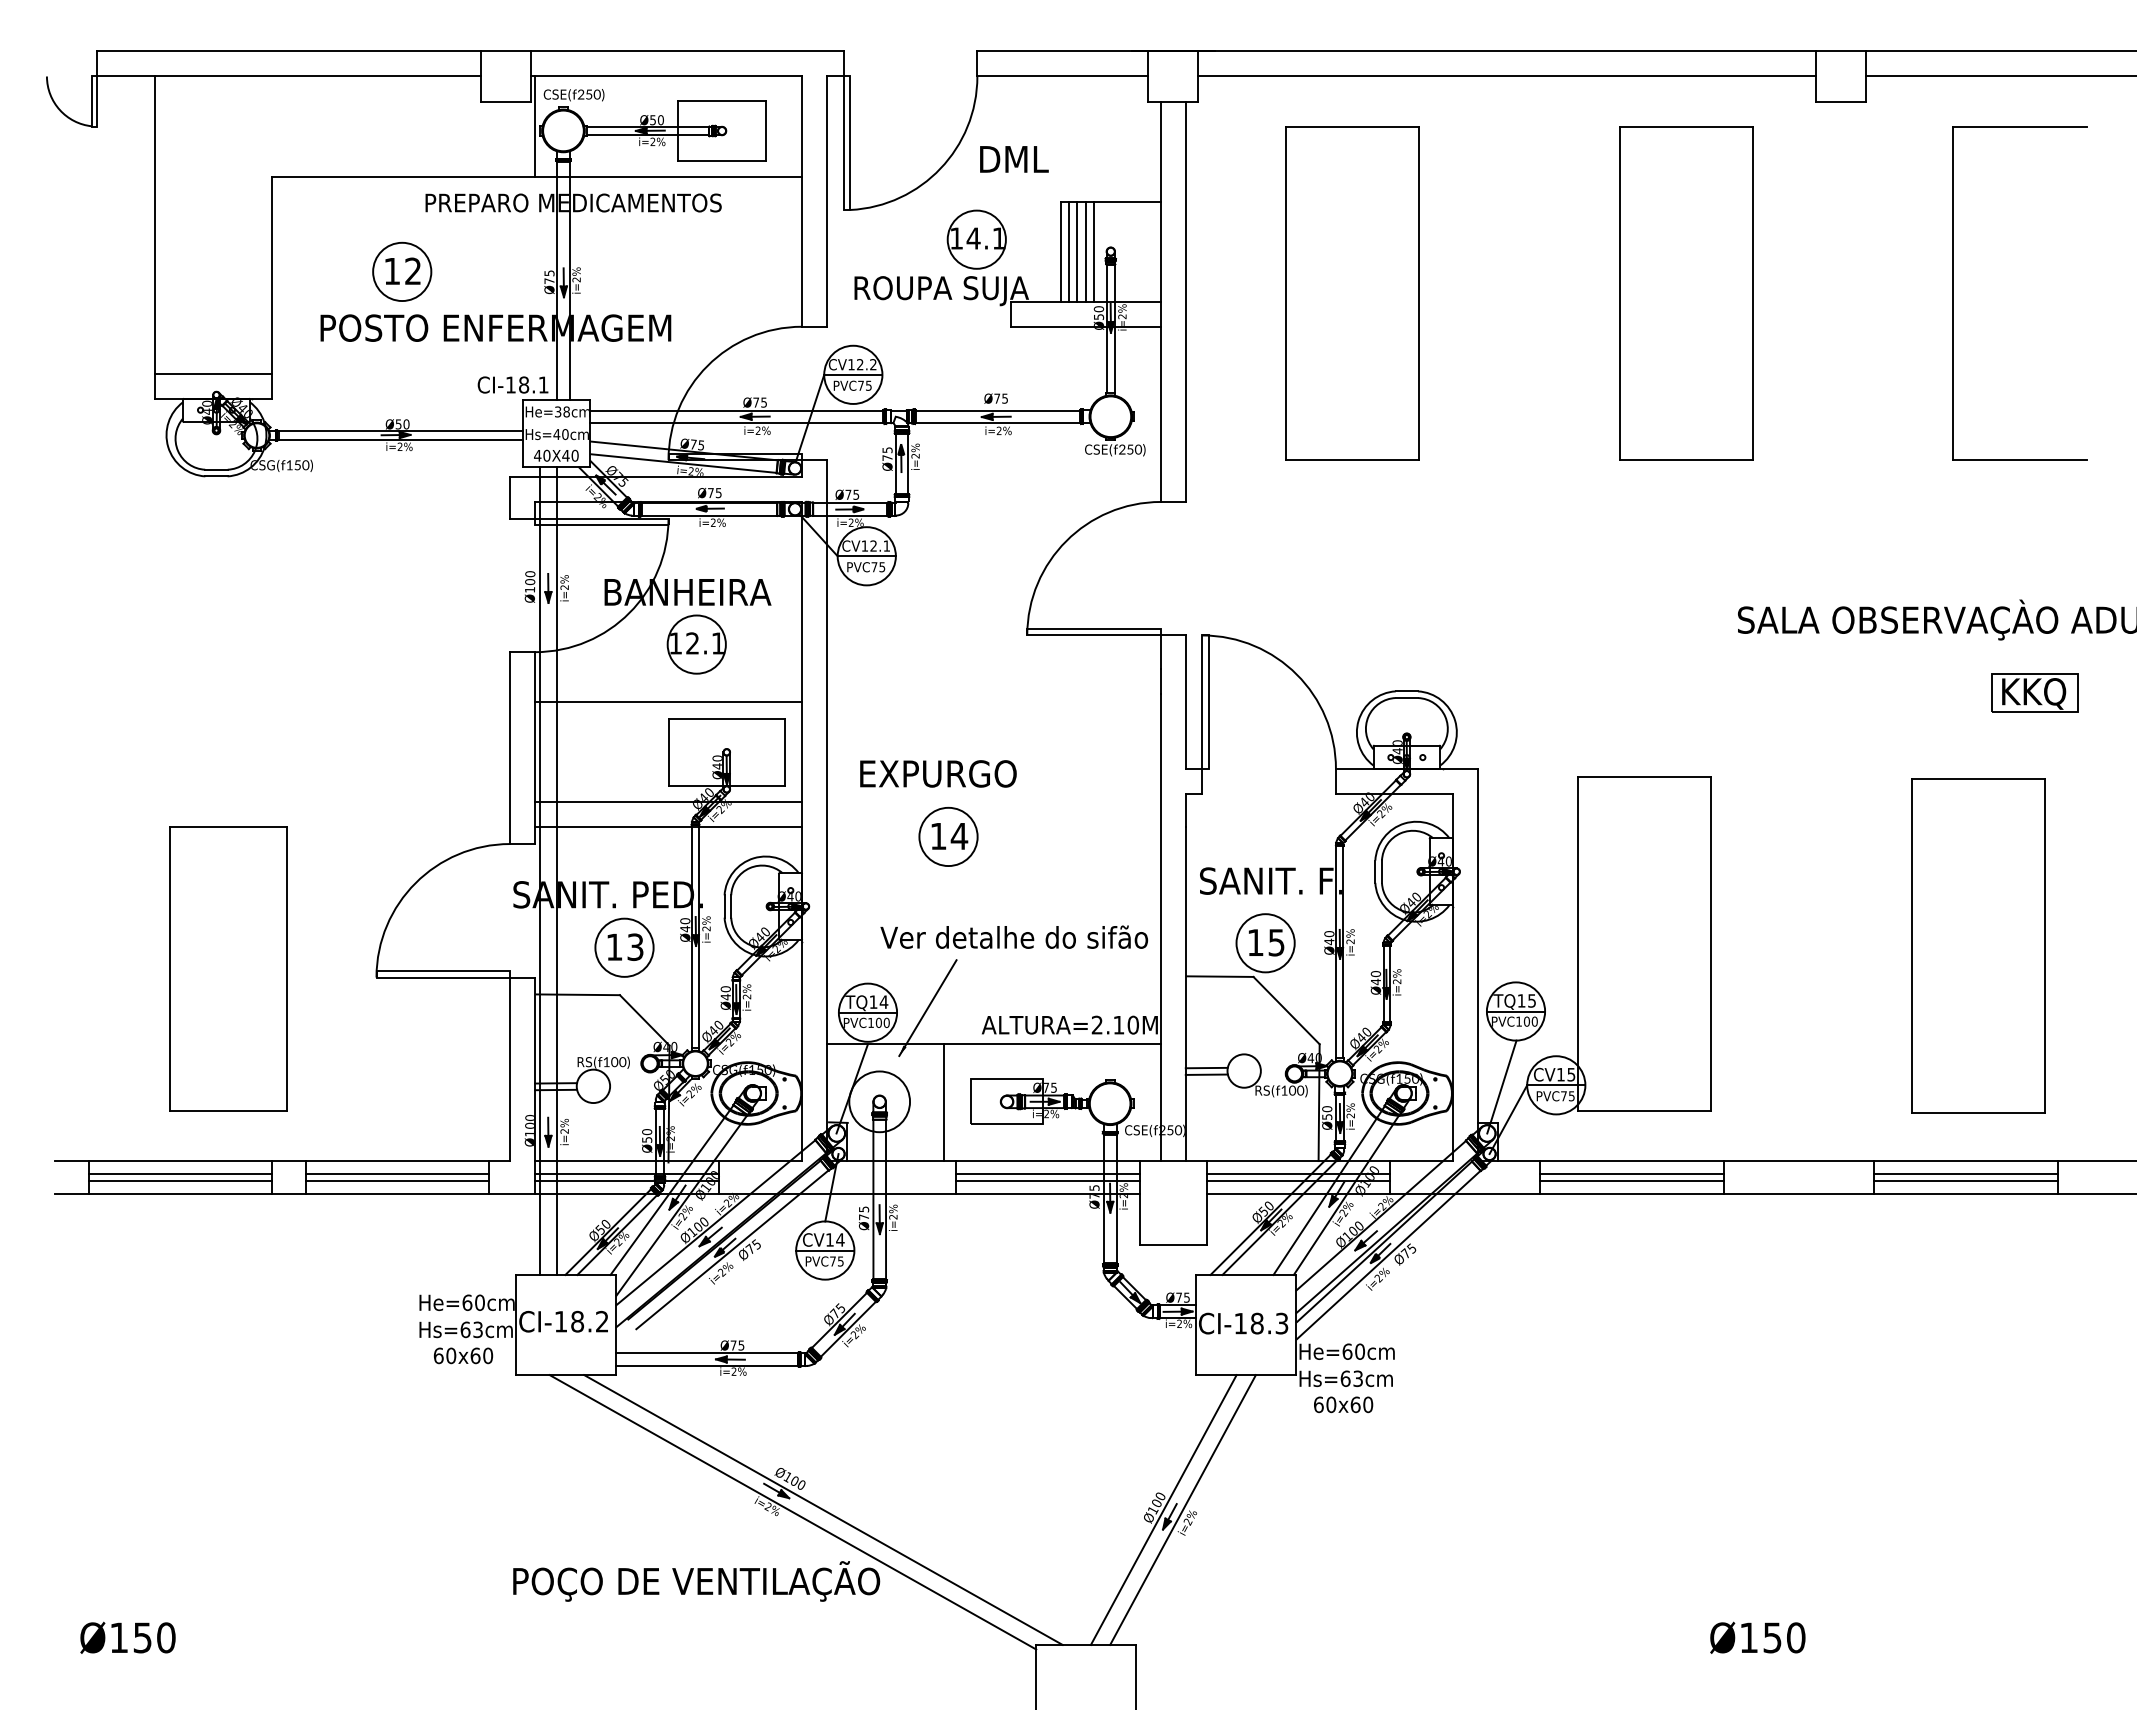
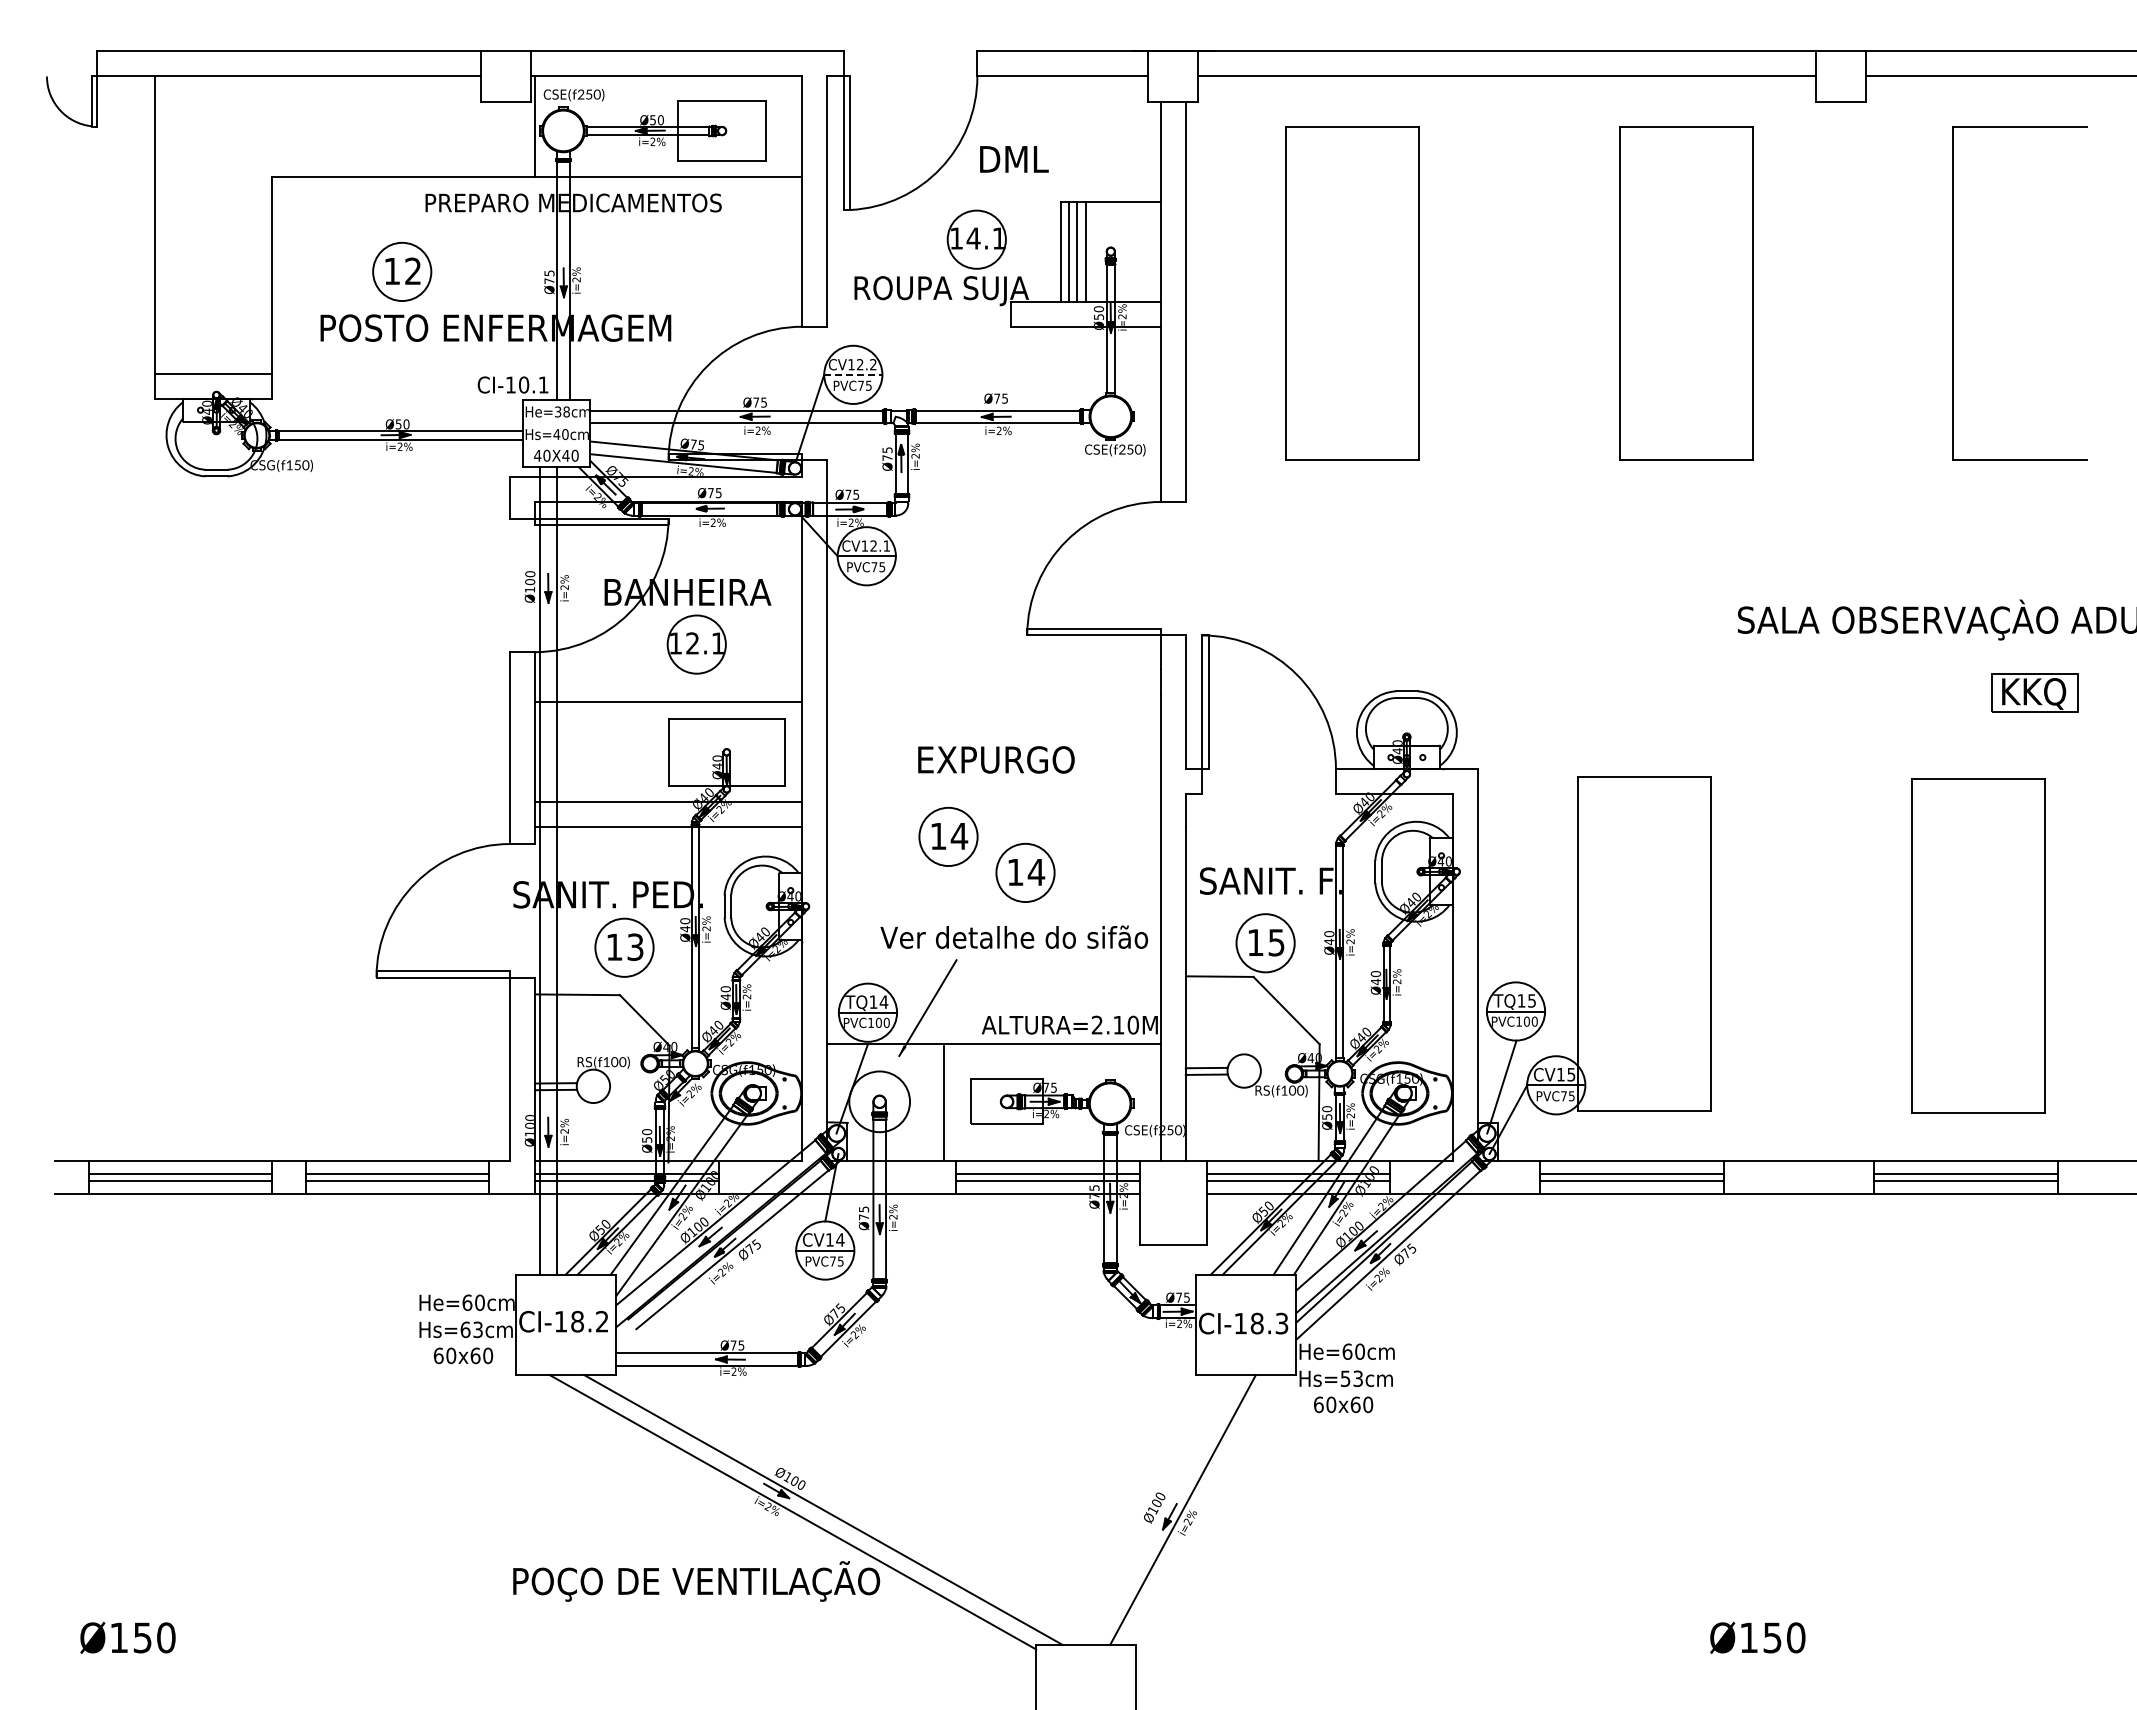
line at (1094, 251): present -> none
line at (853, 374): solid -> dashed
text at (524, 384): CI-18.1 -> CI-10.1
text at (938, 773) position: (938, 773) -> (996, 759)
part at (1025, 872): none -> present
part at (228, 968): present -> none
text at (1345, 1378): Hs=63cm -> Hs=53cm
line at (1163, 1509): present -> none
